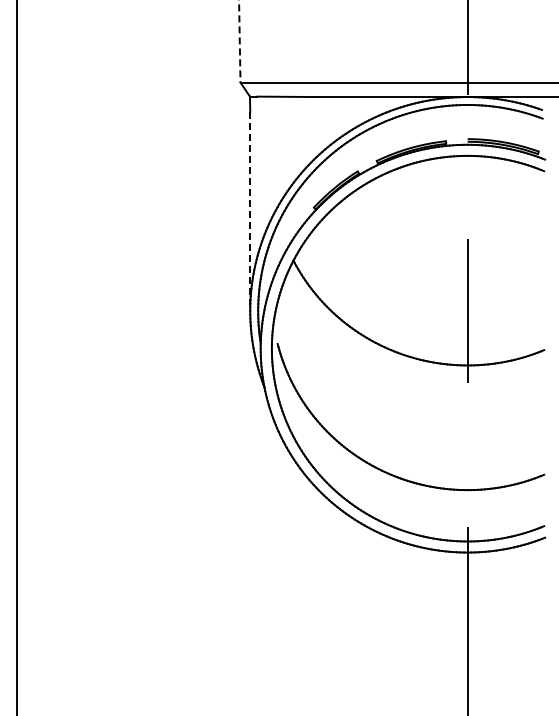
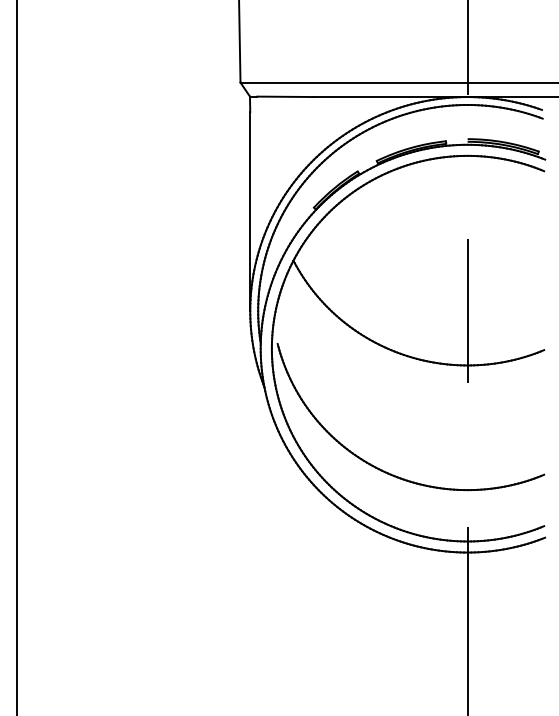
line at (239, 41): dashed -> solid
line at (250, 212): dashed -> solid
